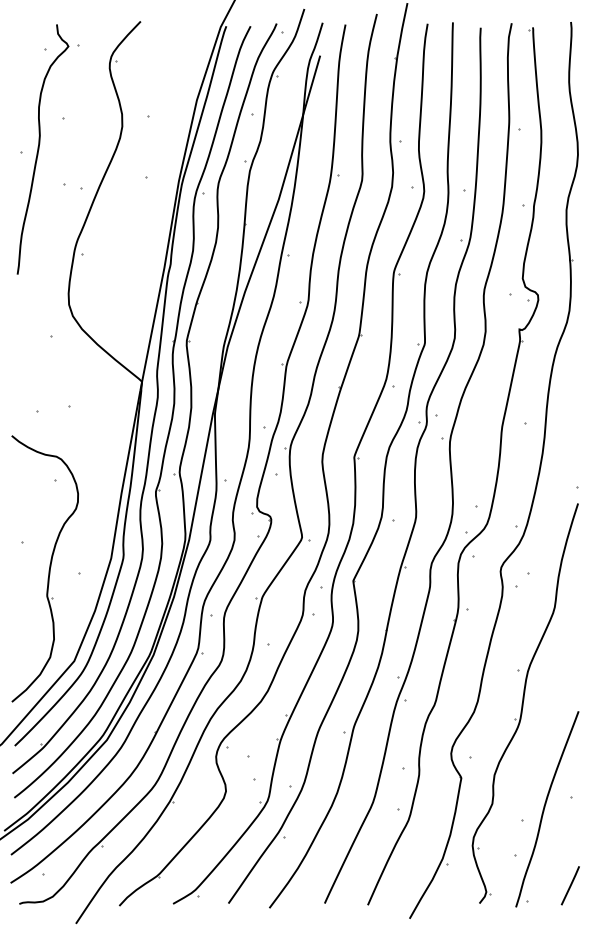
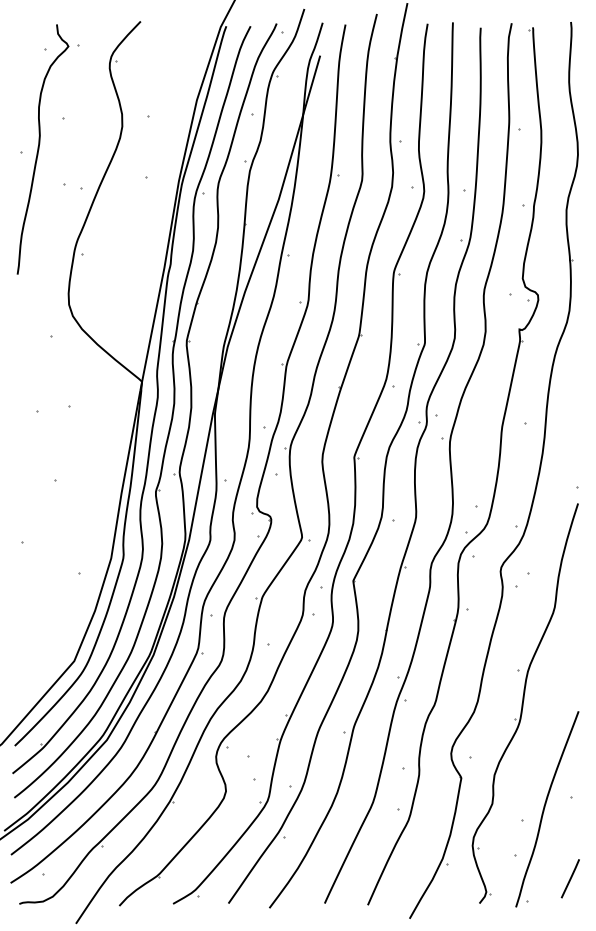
part at (44, 568): present -> none
line at (569, 885) position: (569, 885) -> (569, 878)
